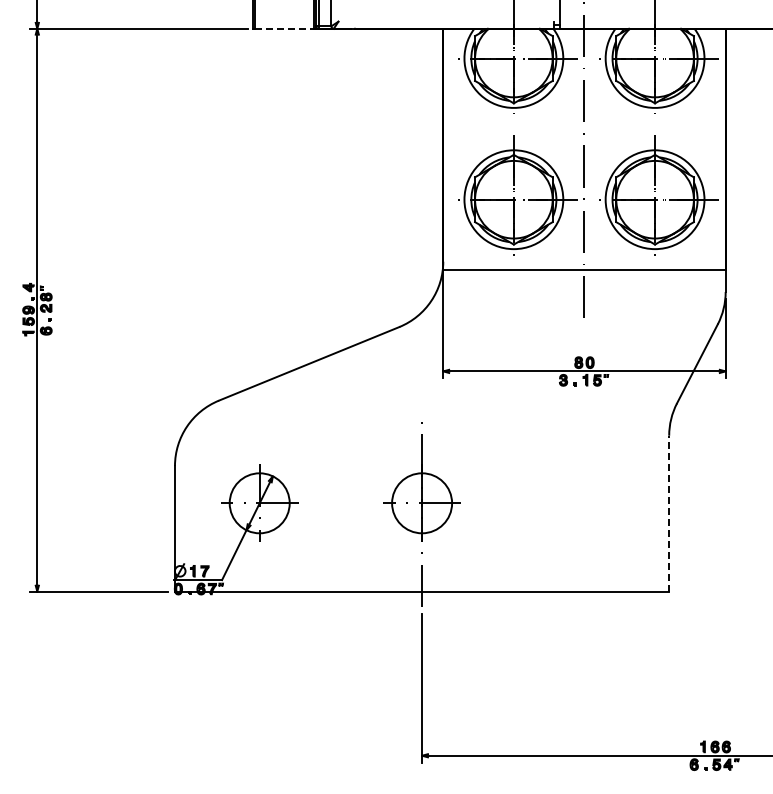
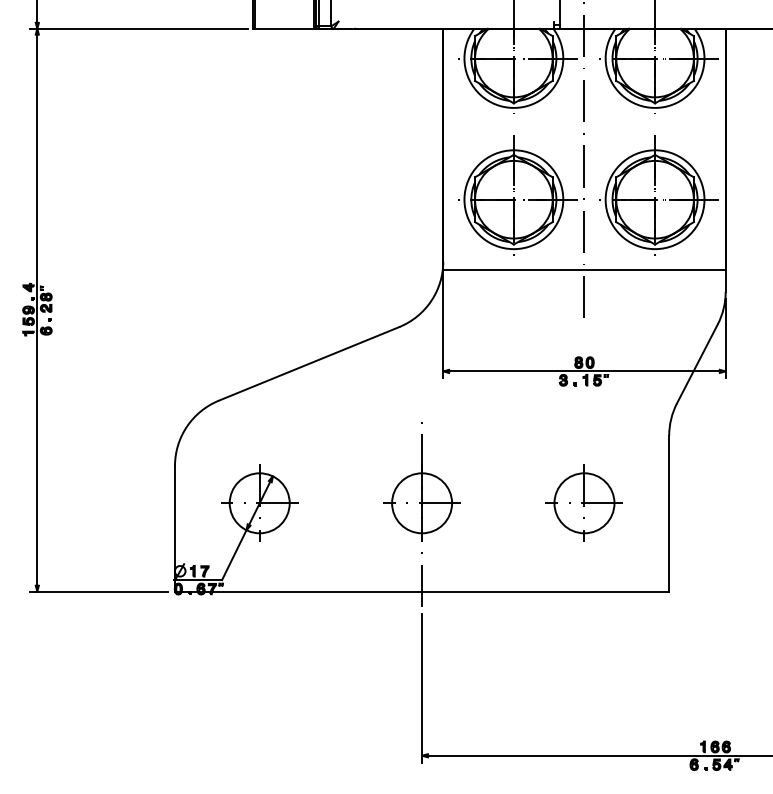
line at (284, 28): dashed -> solid
part at (583, 502): none -> present
line at (669, 513): dashed -> solid
